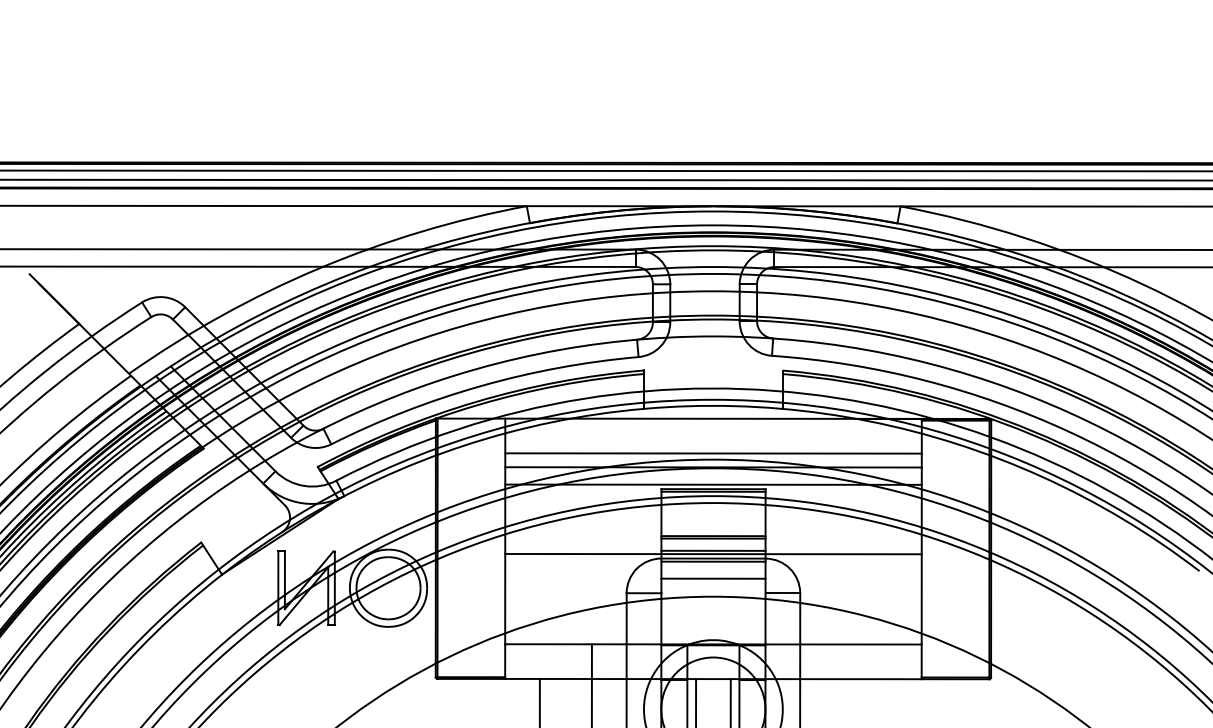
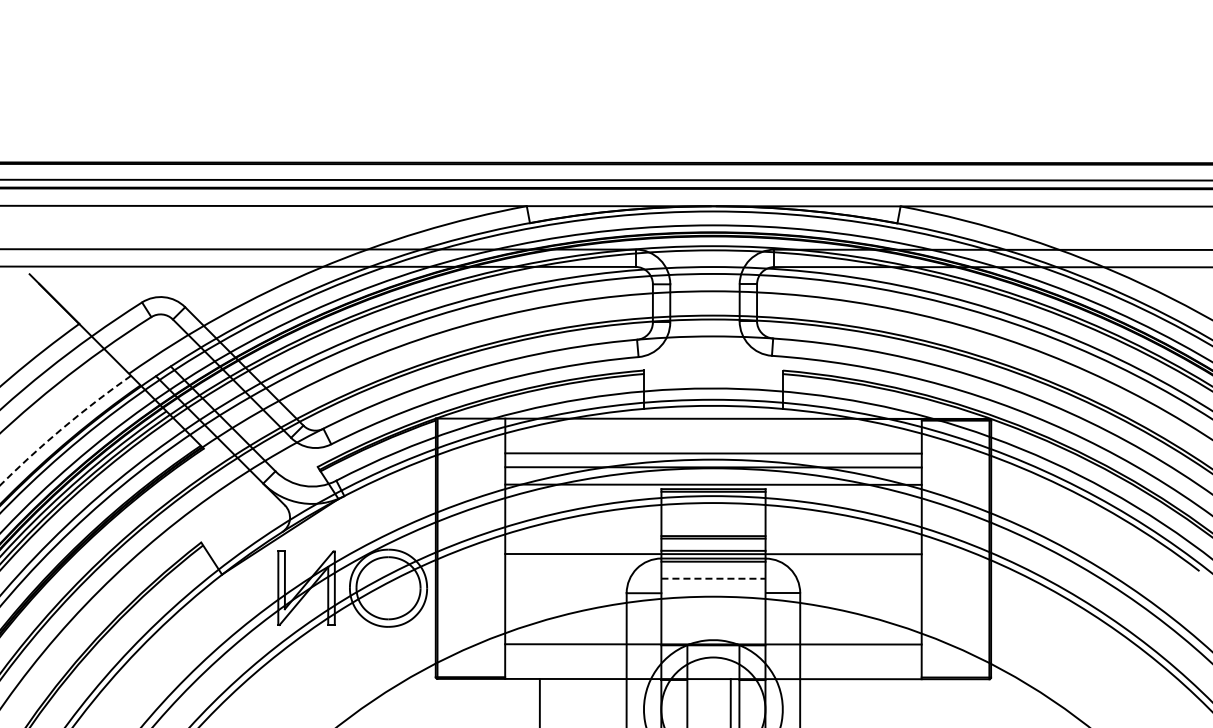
line at (605, 170): present -> none
arc at (62, 428): solid -> dashed
line at (713, 578): solid -> dashed
line at (591, 684): present -> none
line at (696, 701): present -> none
